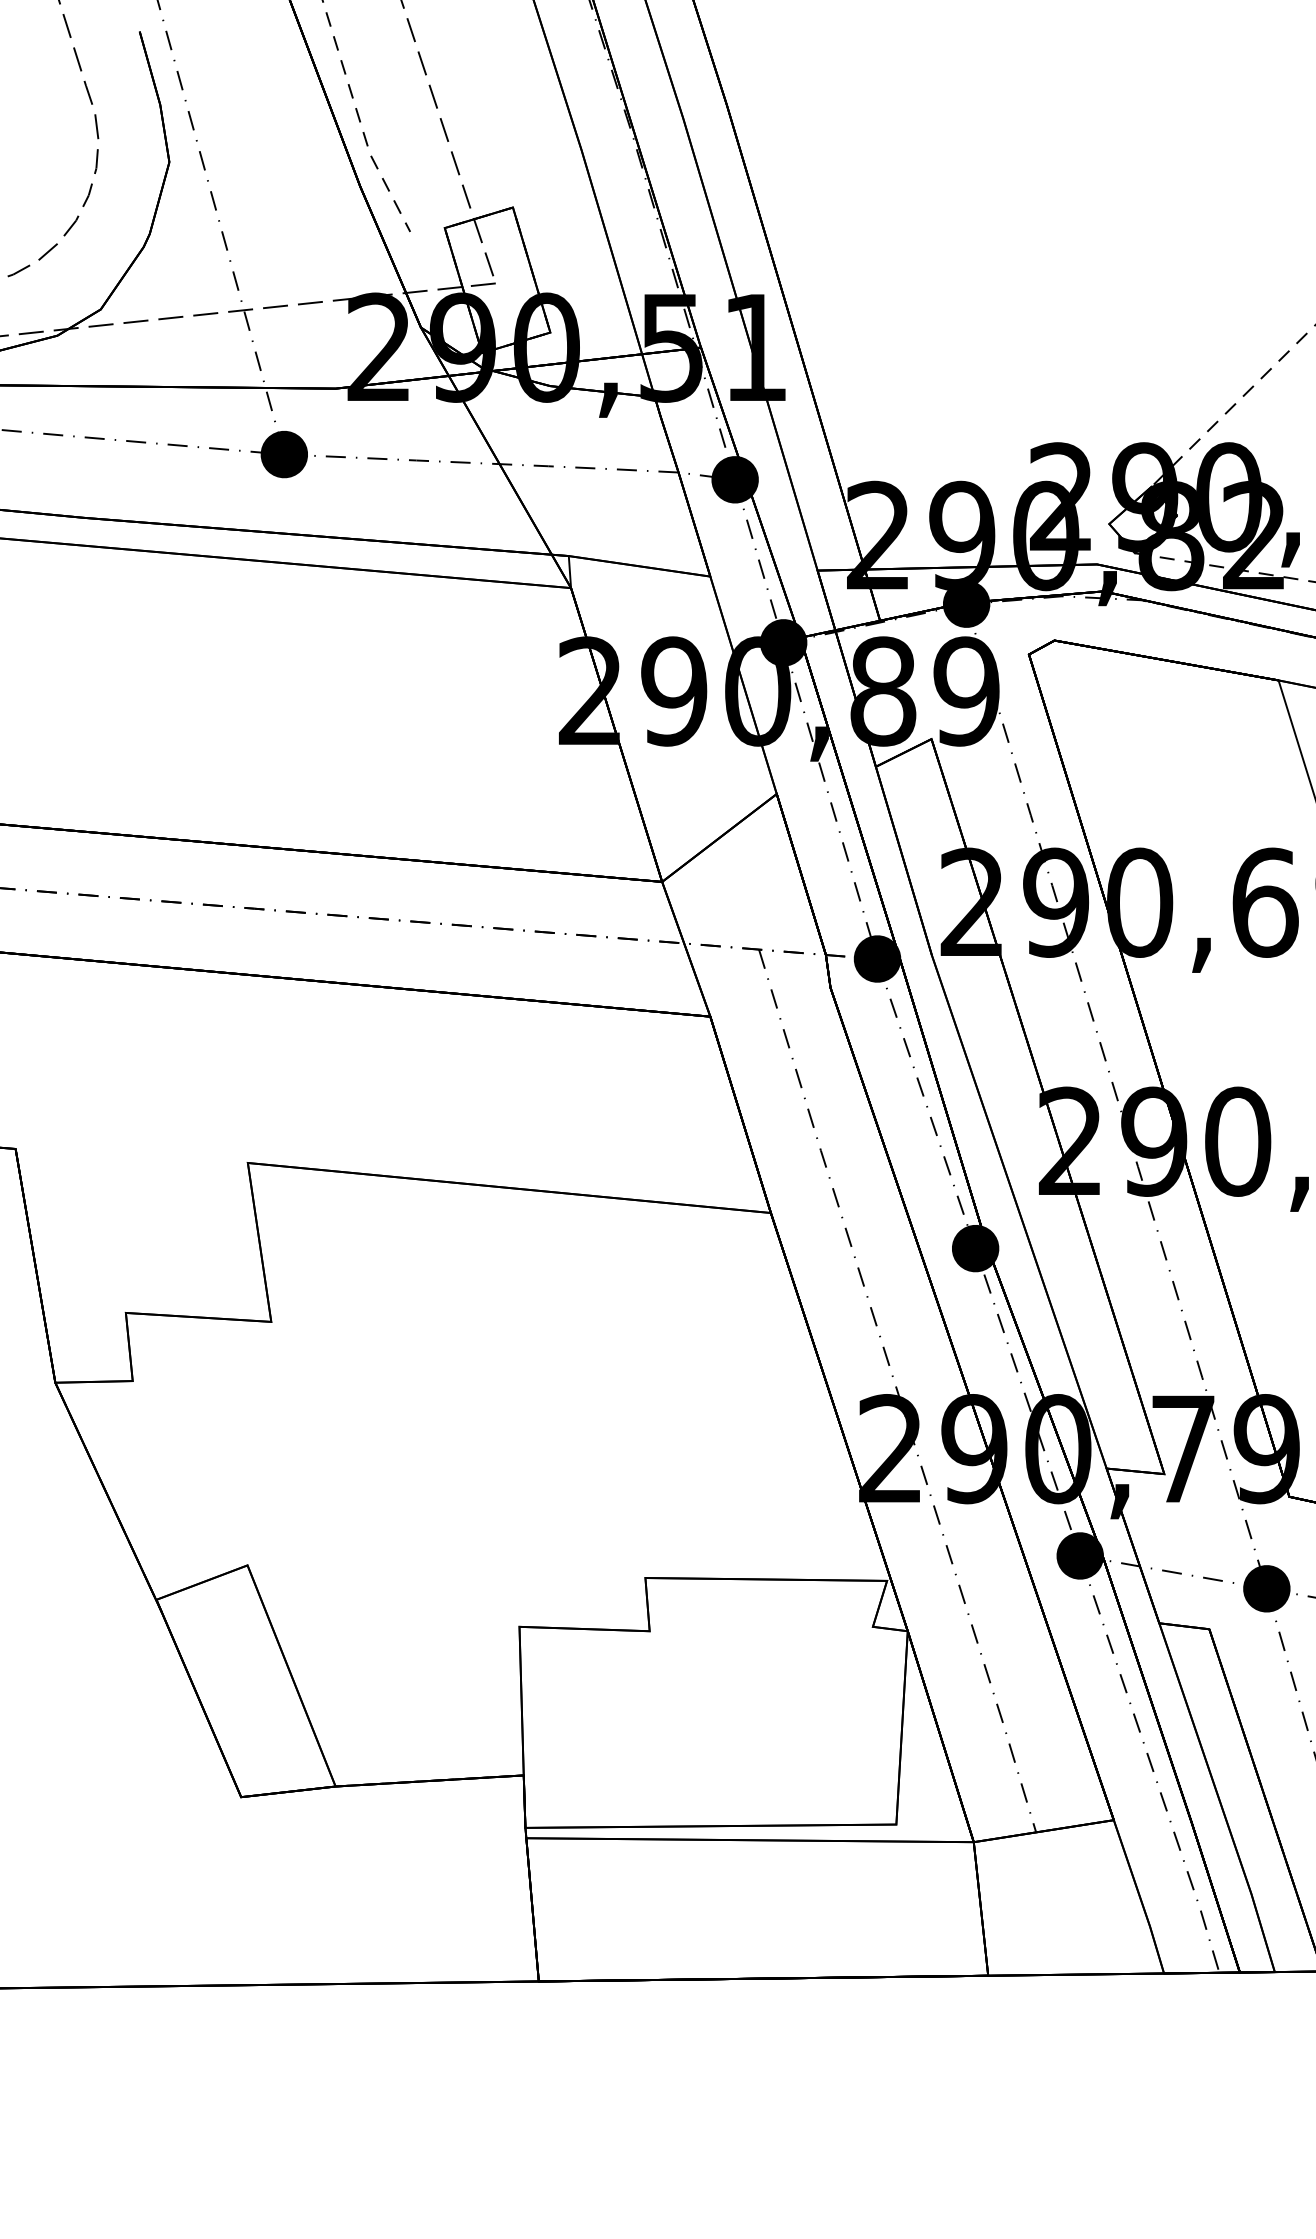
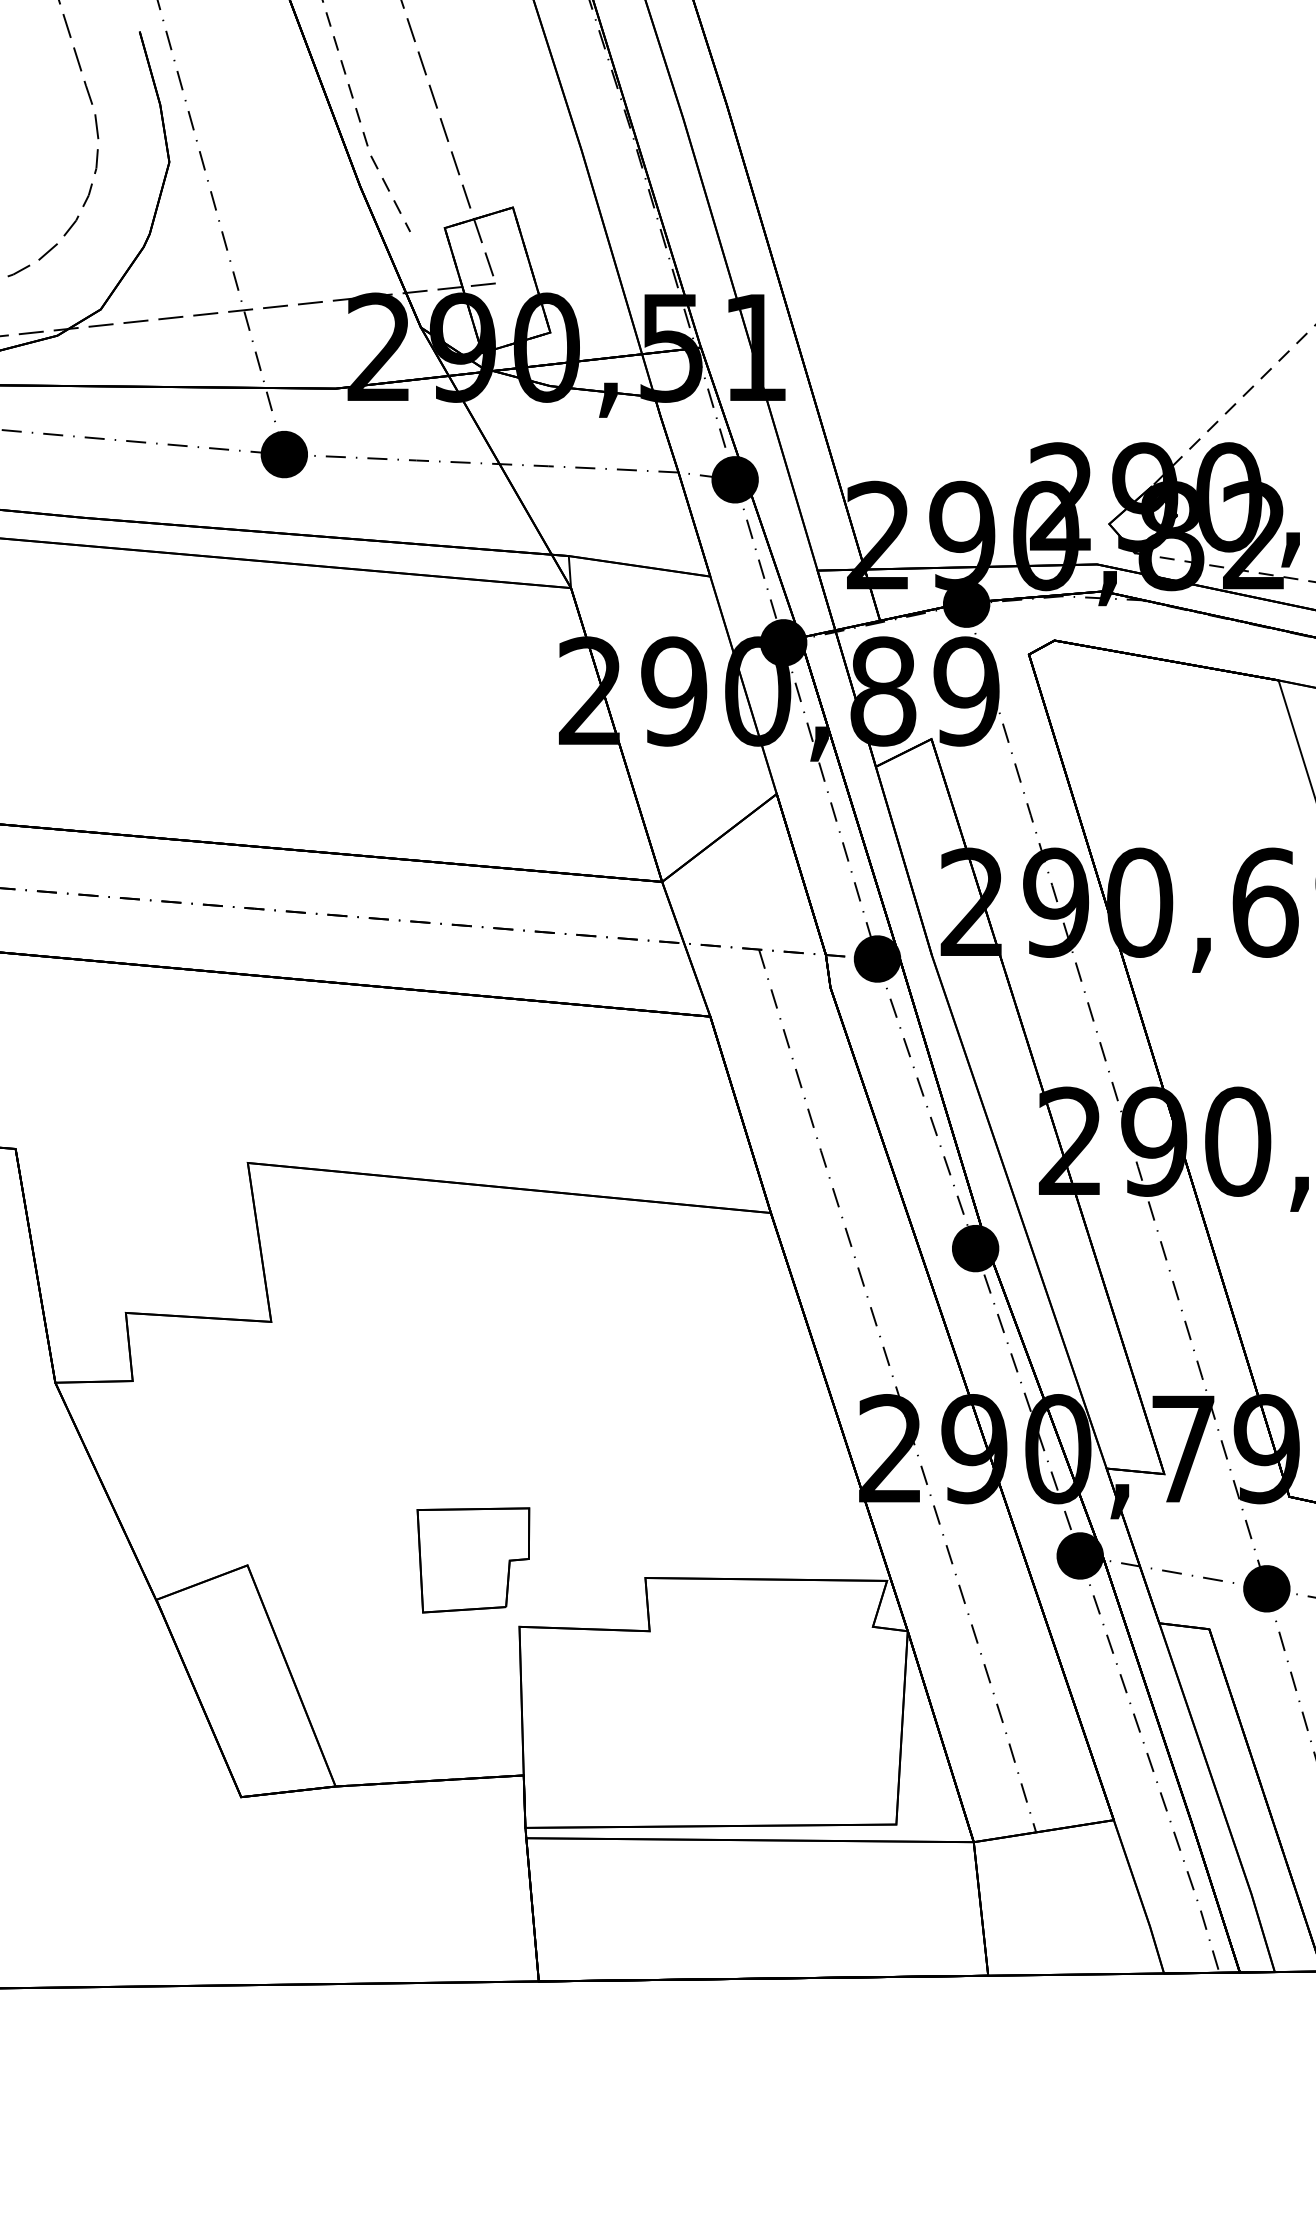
part at (473, 1560): none -> present
